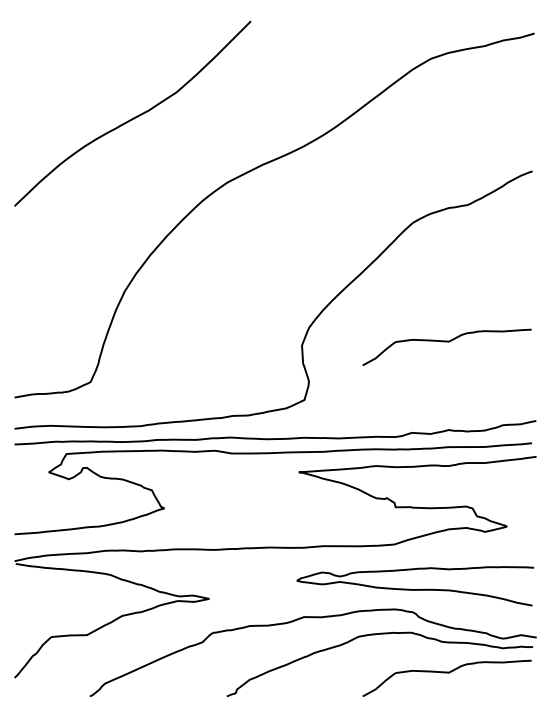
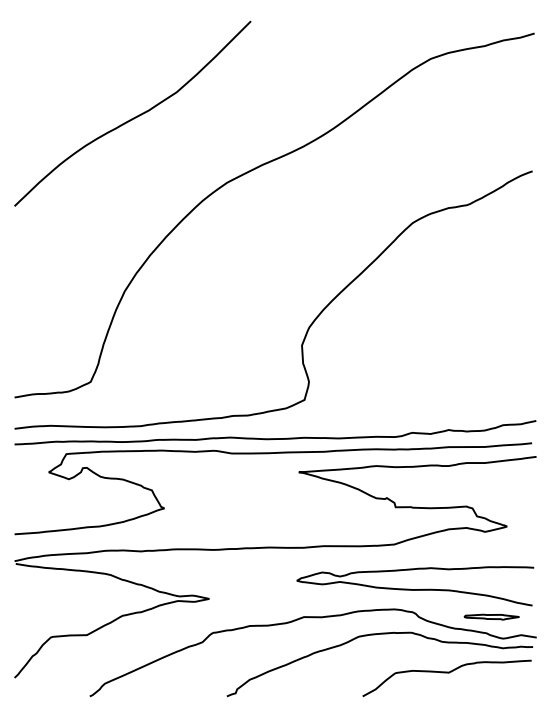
curve at (446, 342): present -> none
part at (491, 616): none -> present
